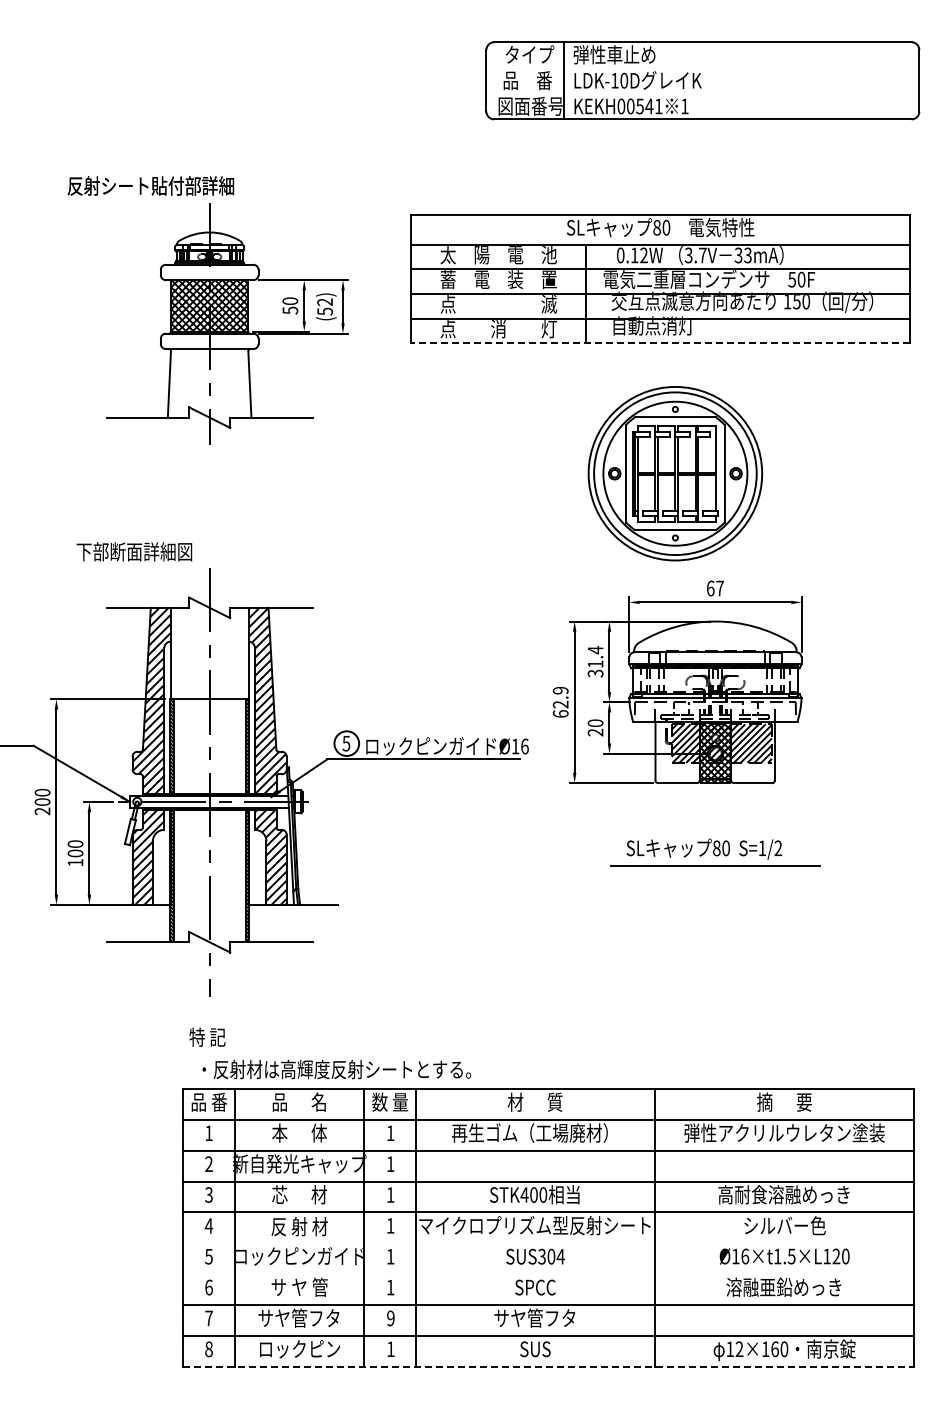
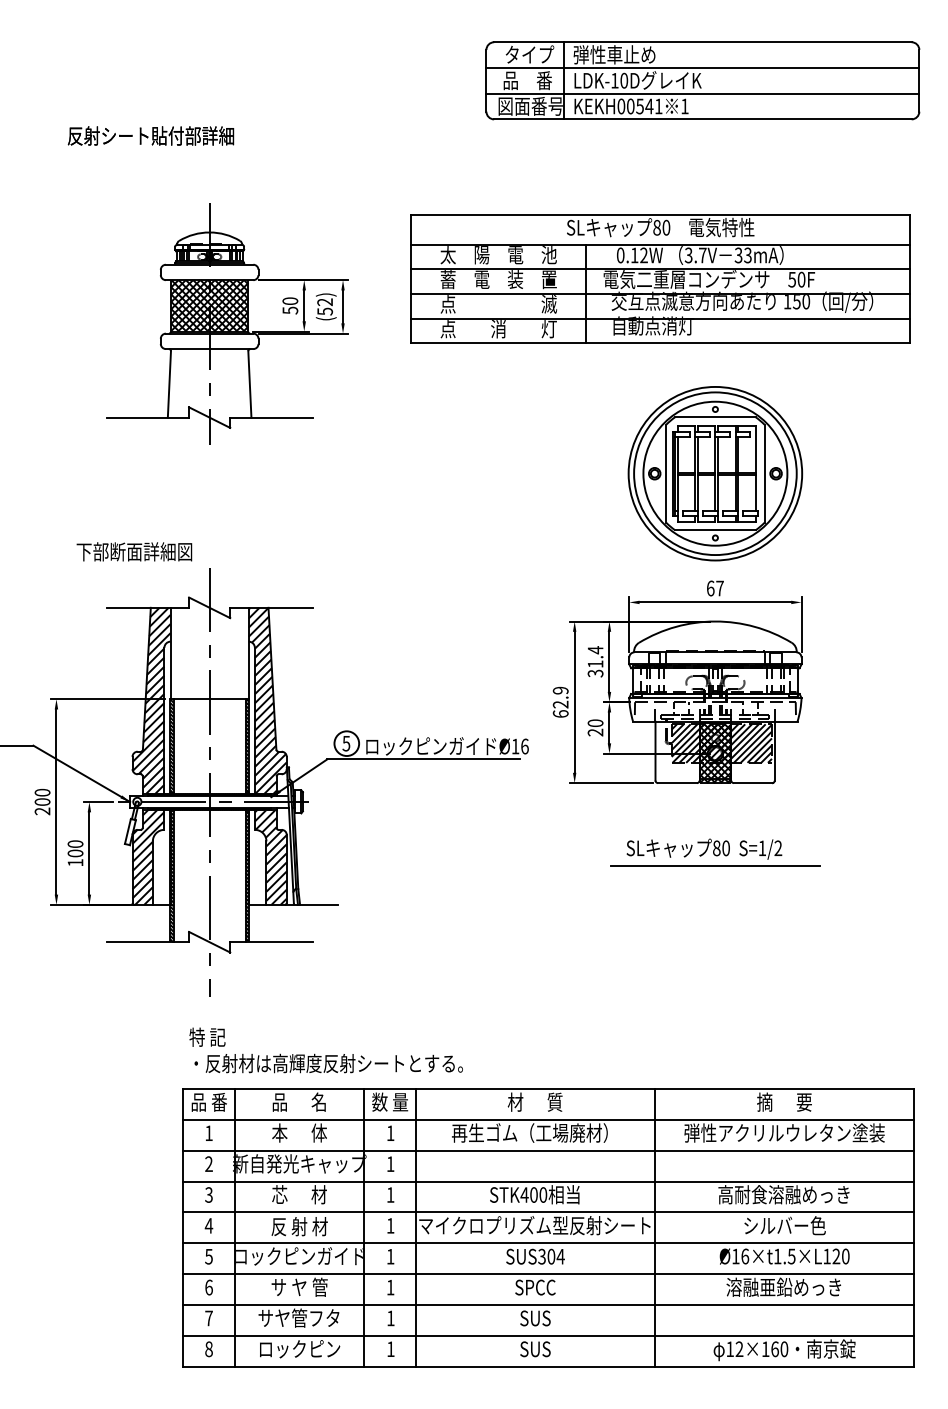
line at (702, 67): none -> present
line at (702, 93): none -> present
text at (150, 185) position: (150, 185) -> (150, 135)
line at (660, 343): dashed -> solid
part at (675, 473) position: (675, 473) -> (715, 473)
text at (336, 1069) position: (336, 1069) -> (328, 1063)
line at (548, 1243): none -> present
line at (548, 1274): none -> present
text at (534, 1317): サヤ管フタ -> SUS
text at (390, 1318): 9 -> 1
line at (549, 1366): dashed -> solid
